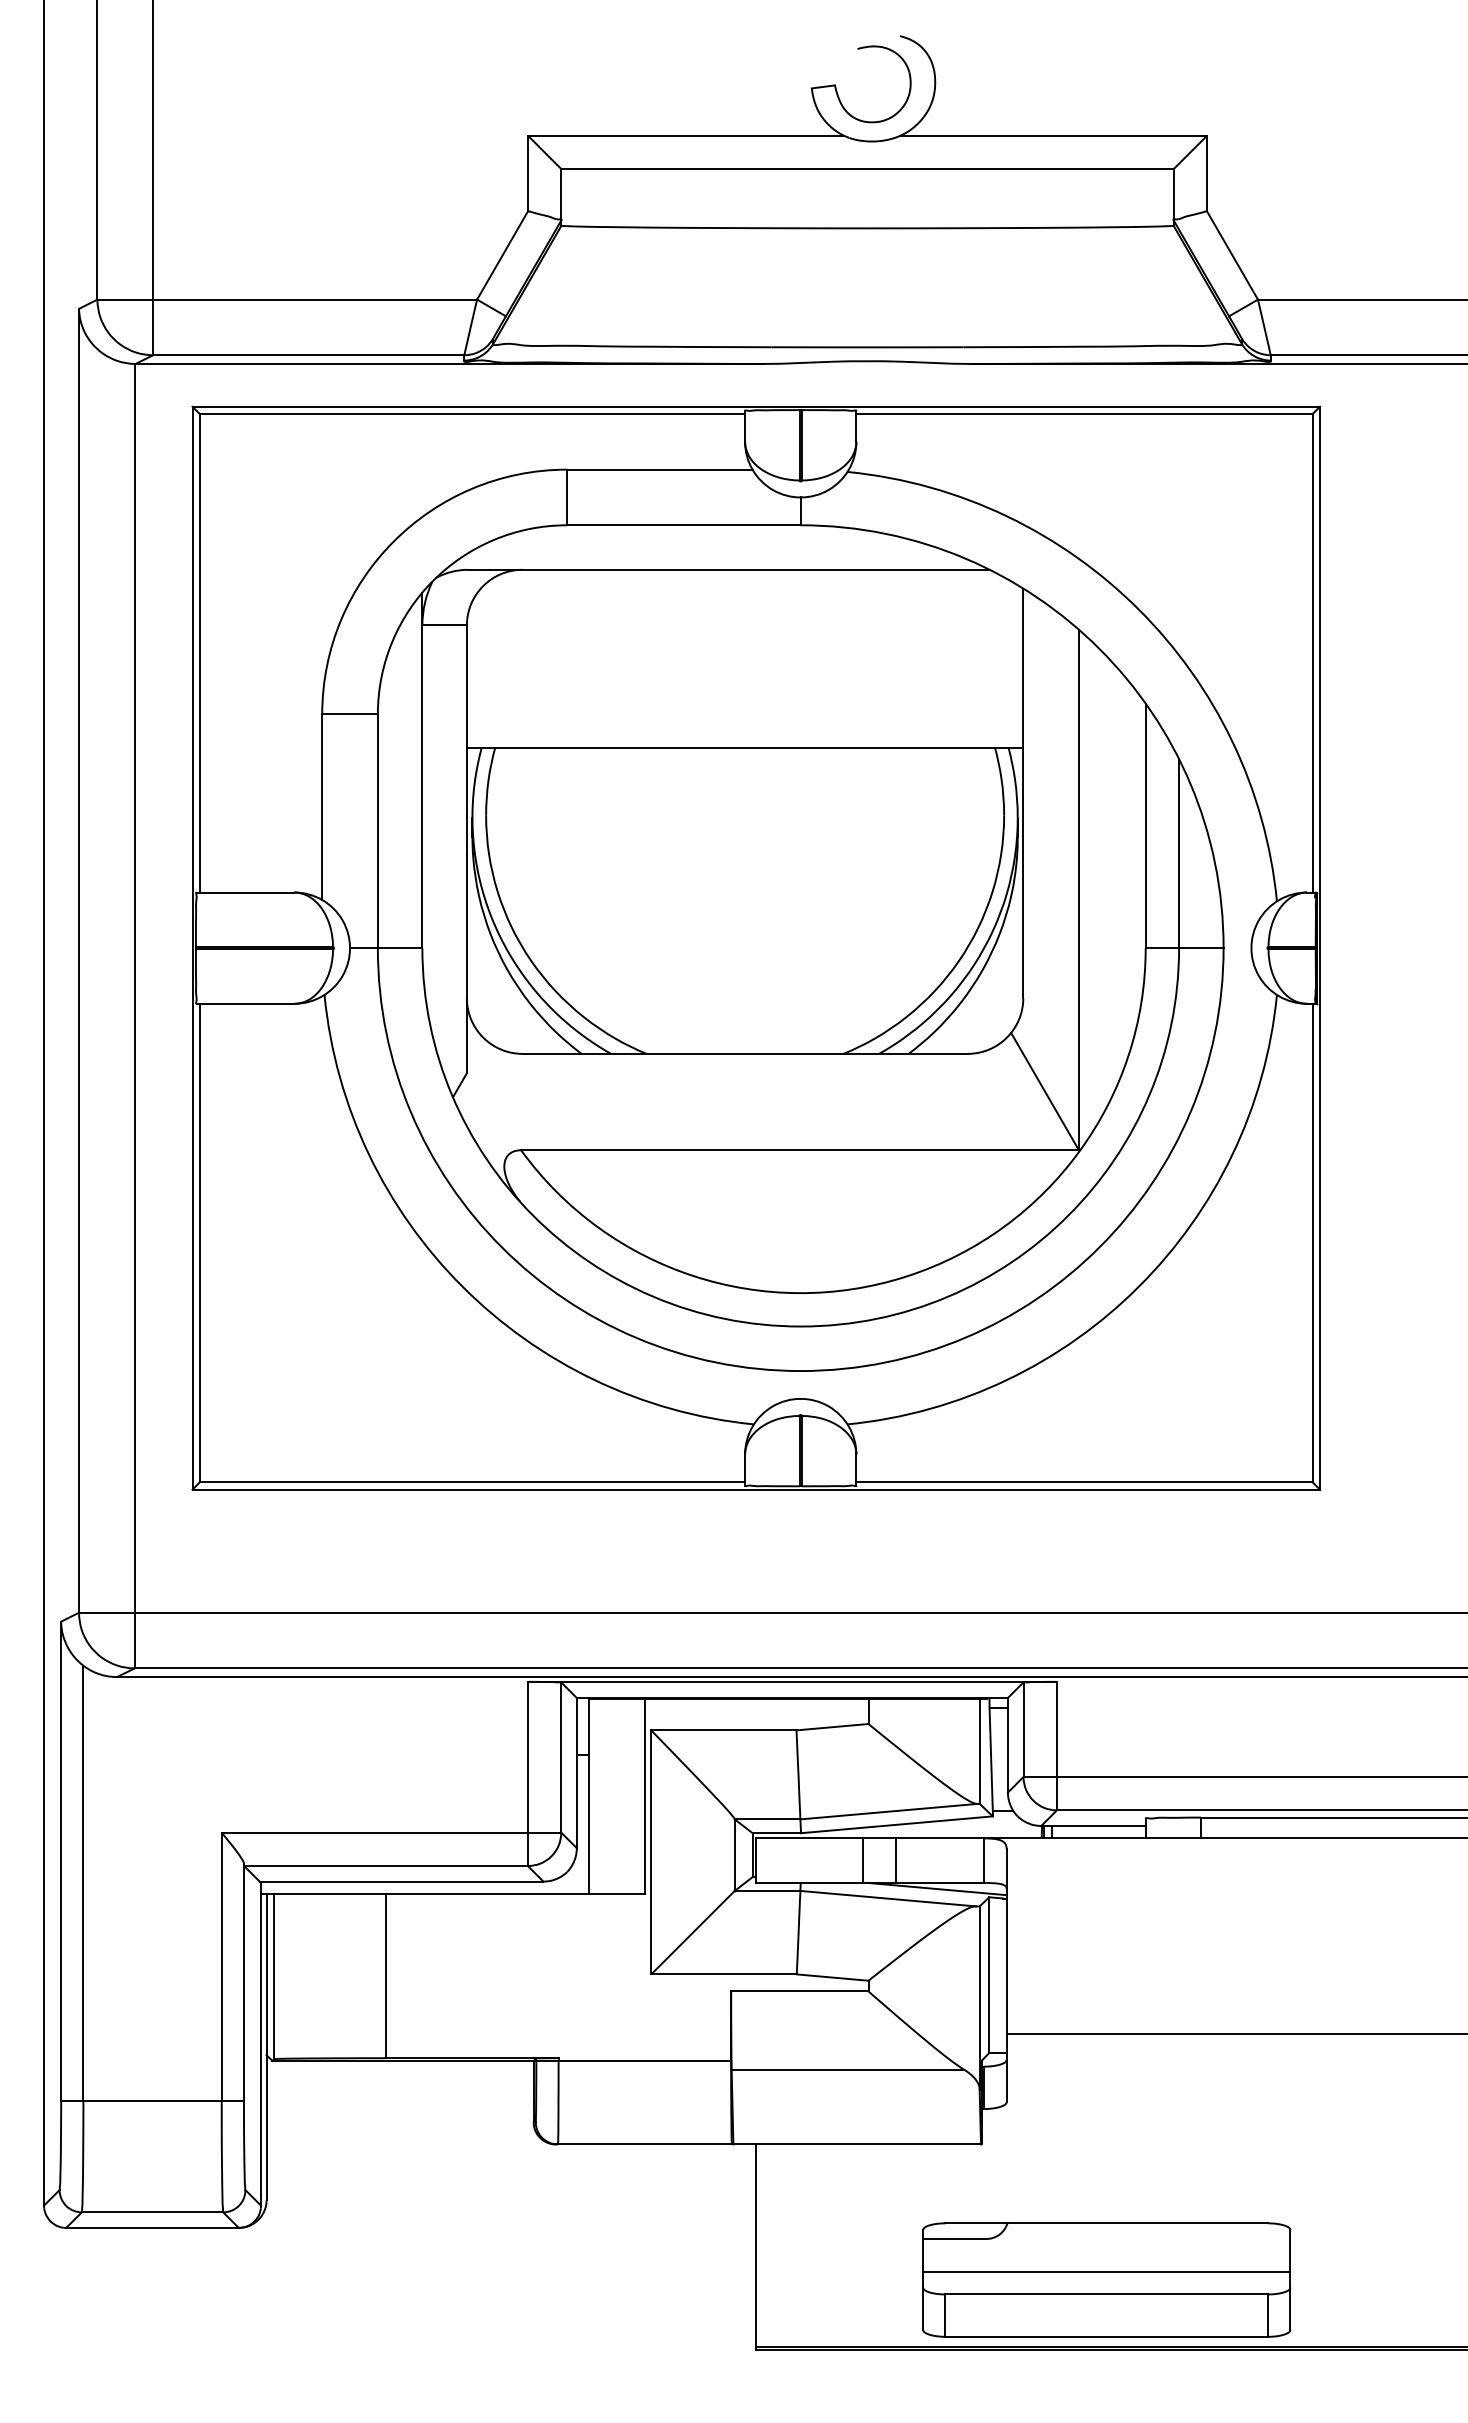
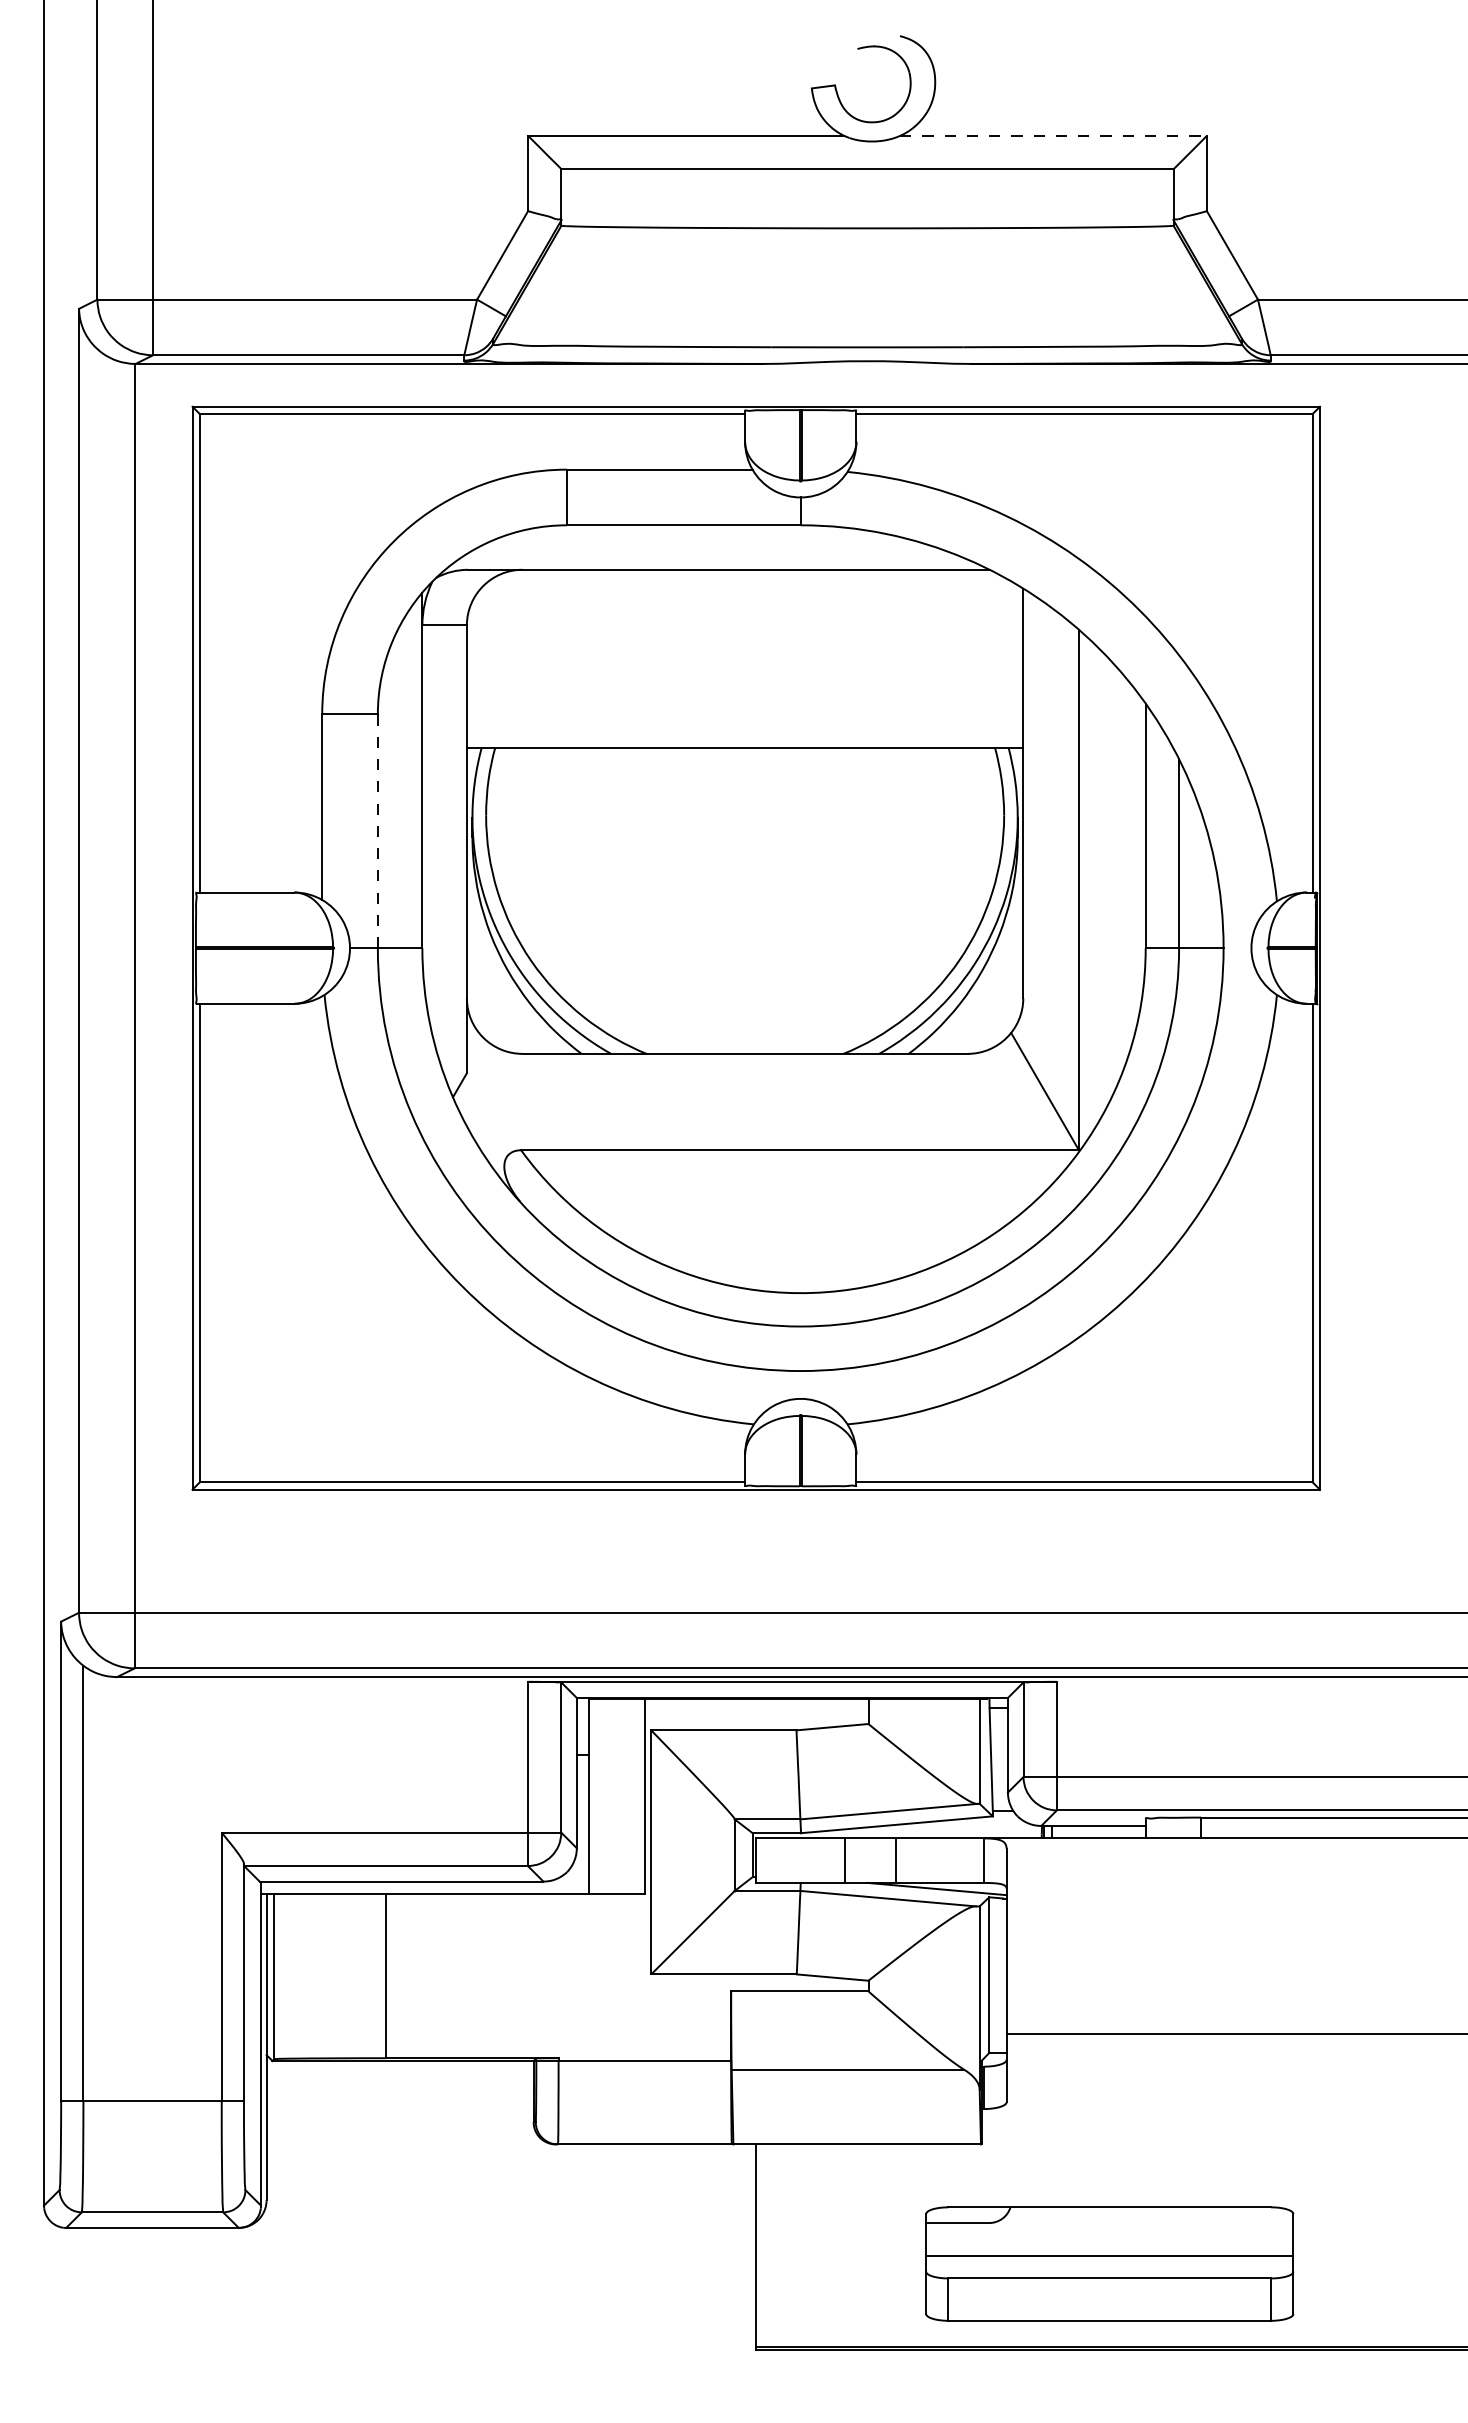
line at (1054, 135): solid -> dashed
line at (377, 831): solid -> dashed
line at (862, 1860) position: (862, 1860) -> (844, 1860)
part at (1106, 2279) position: (1106, 2279) -> (1109, 2263)
